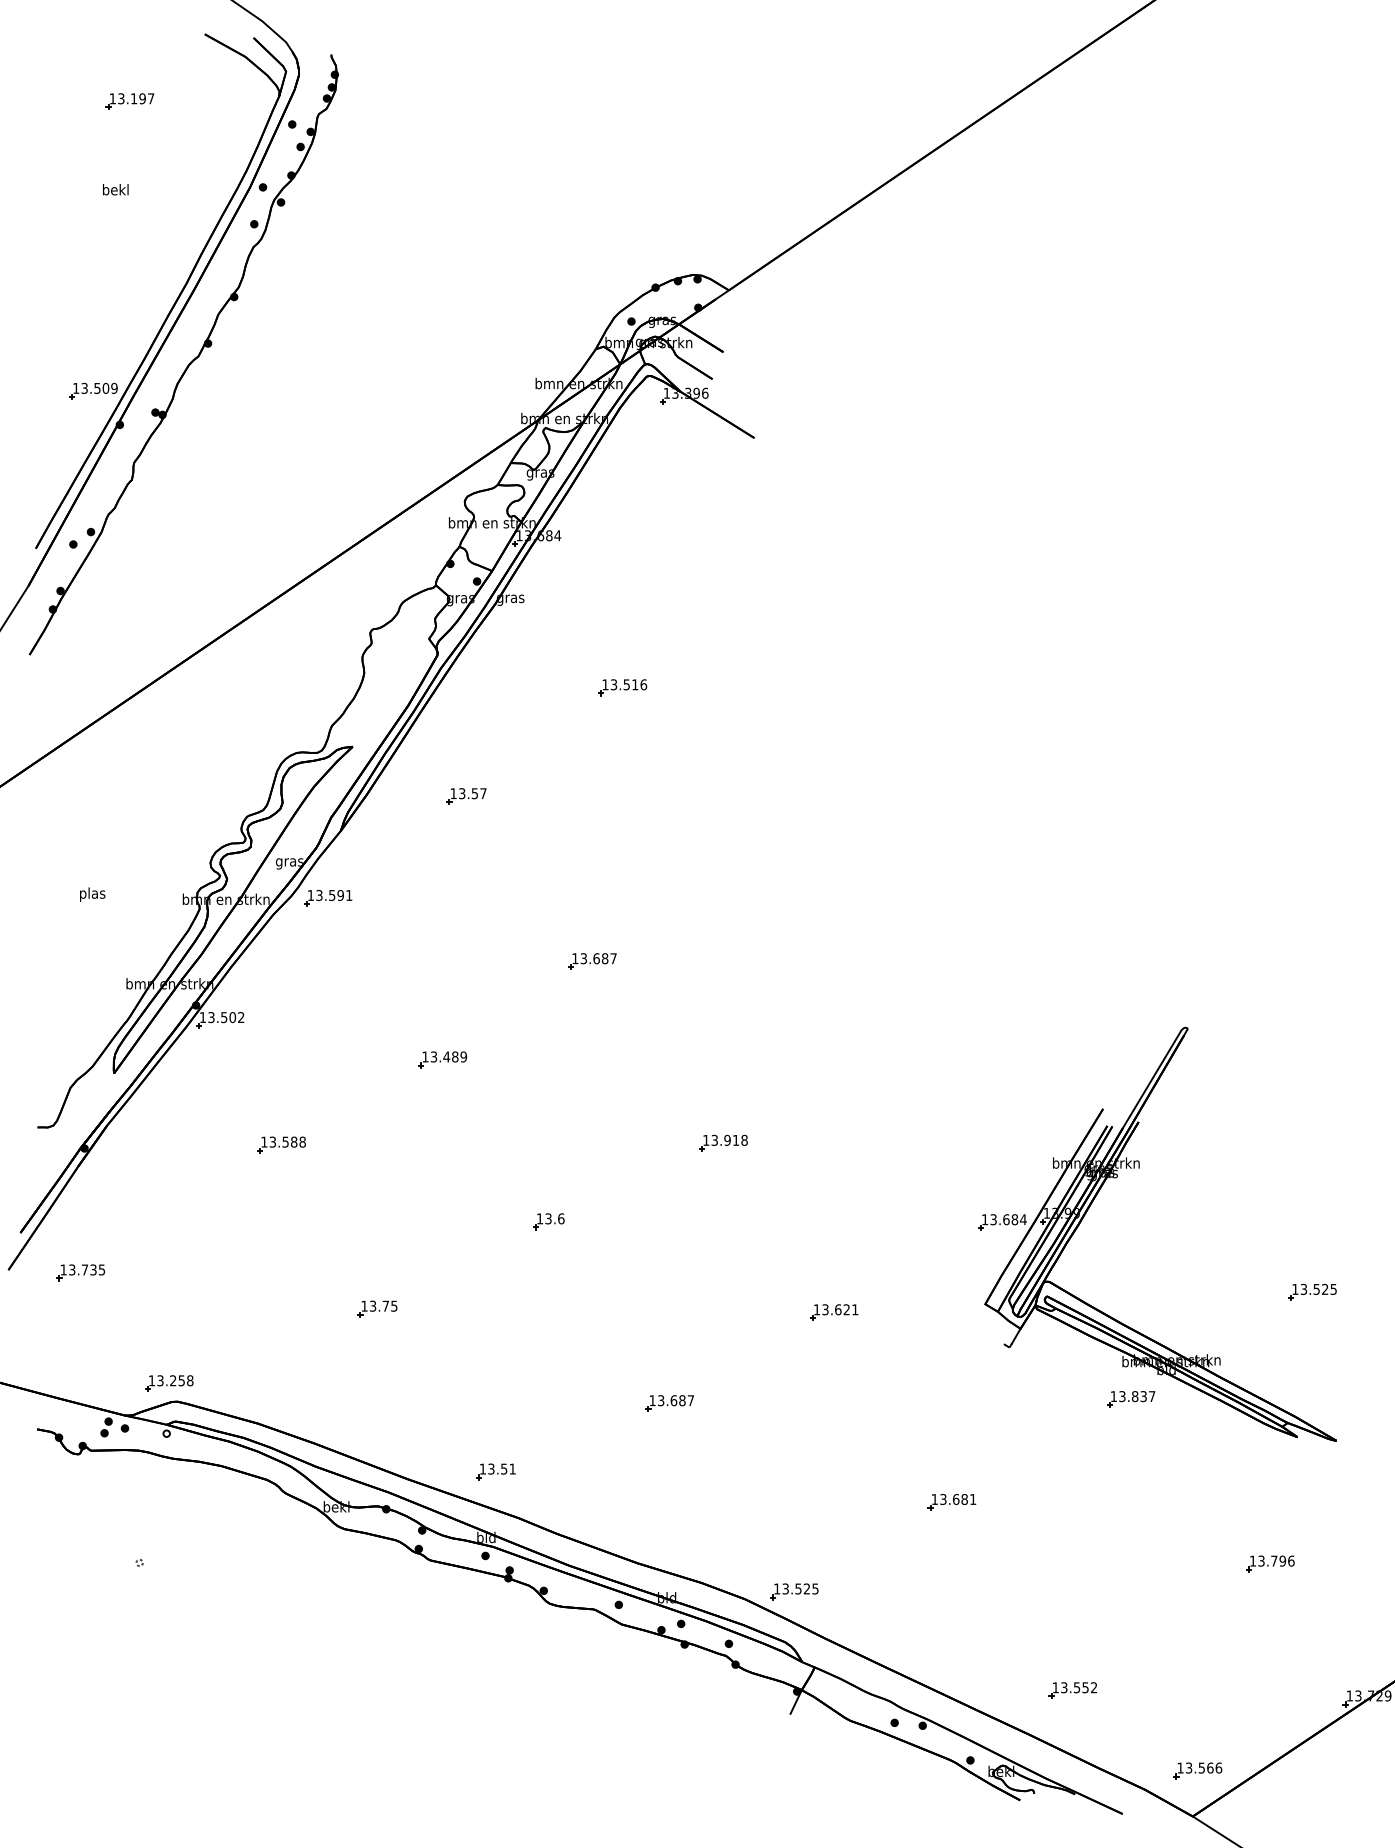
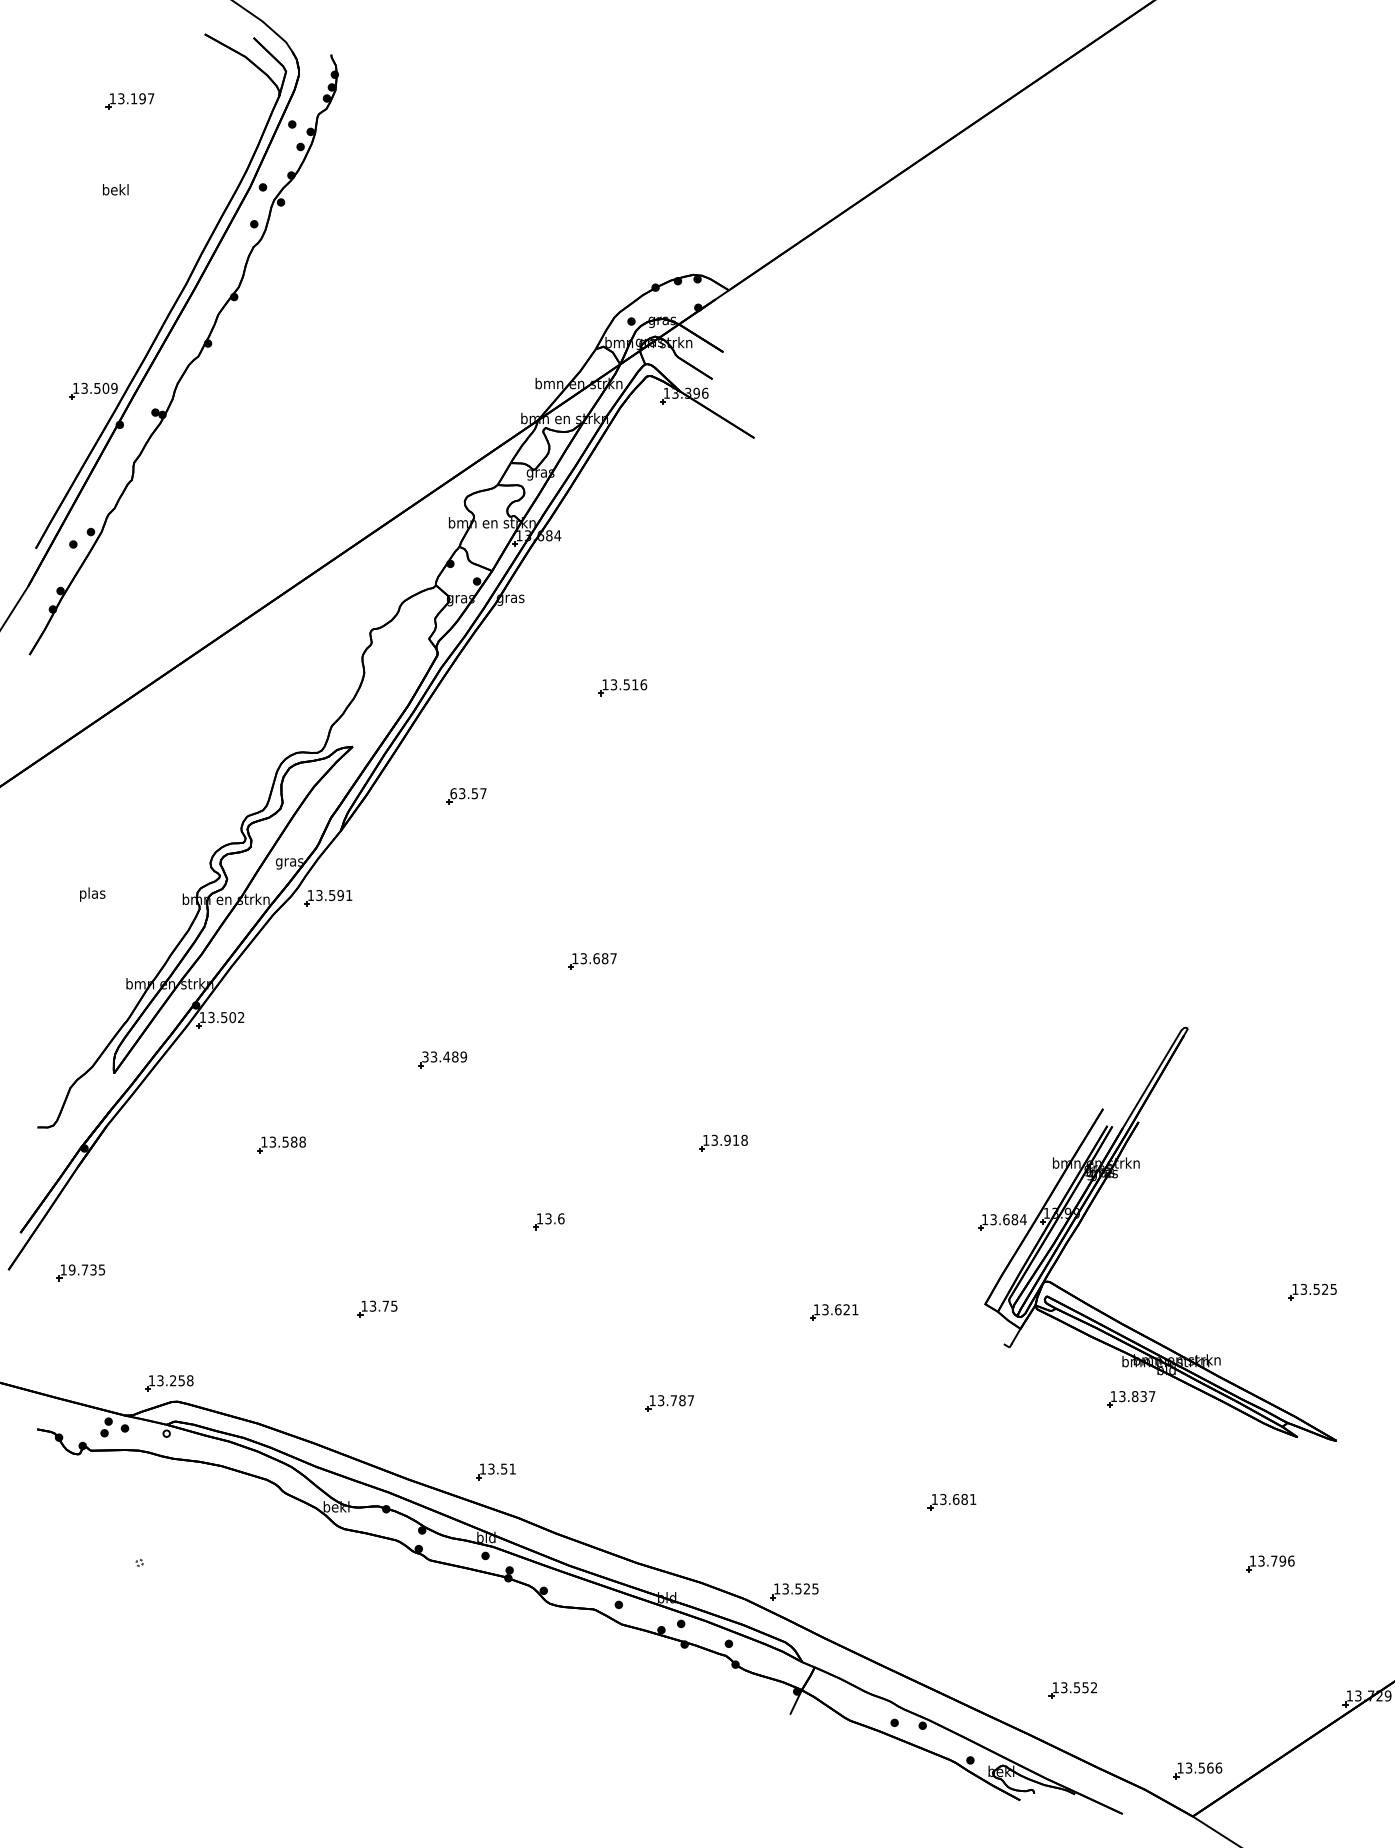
text at (453, 793): 13.57 -> 63.57
text at (425, 1056): 13.489 -> 33.489
text at (71, 1269): 13.735 -> 19.735
text at (673, 1400): 13.687 -> 13.787
